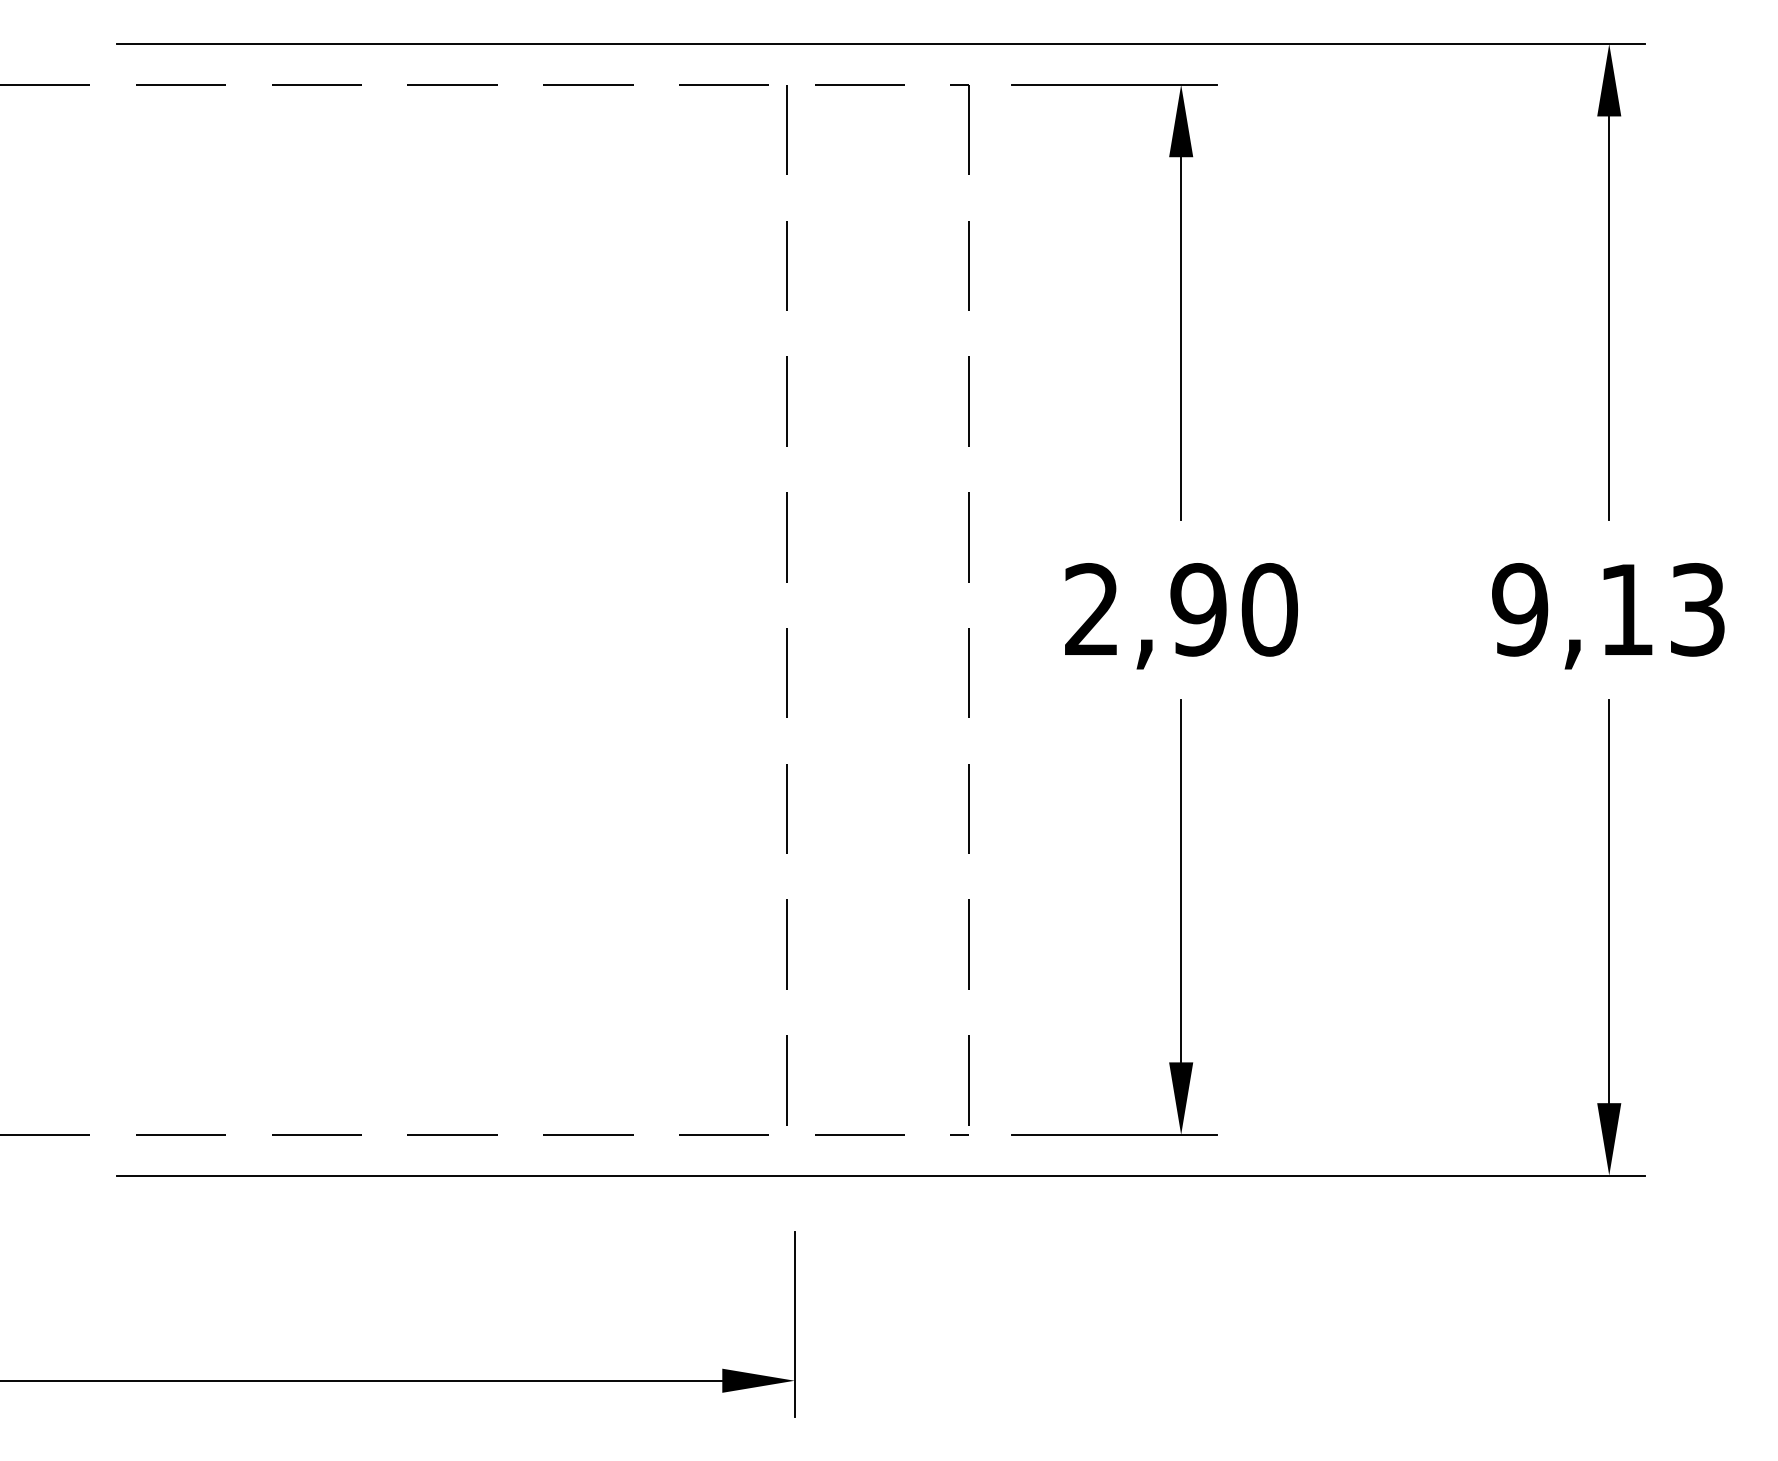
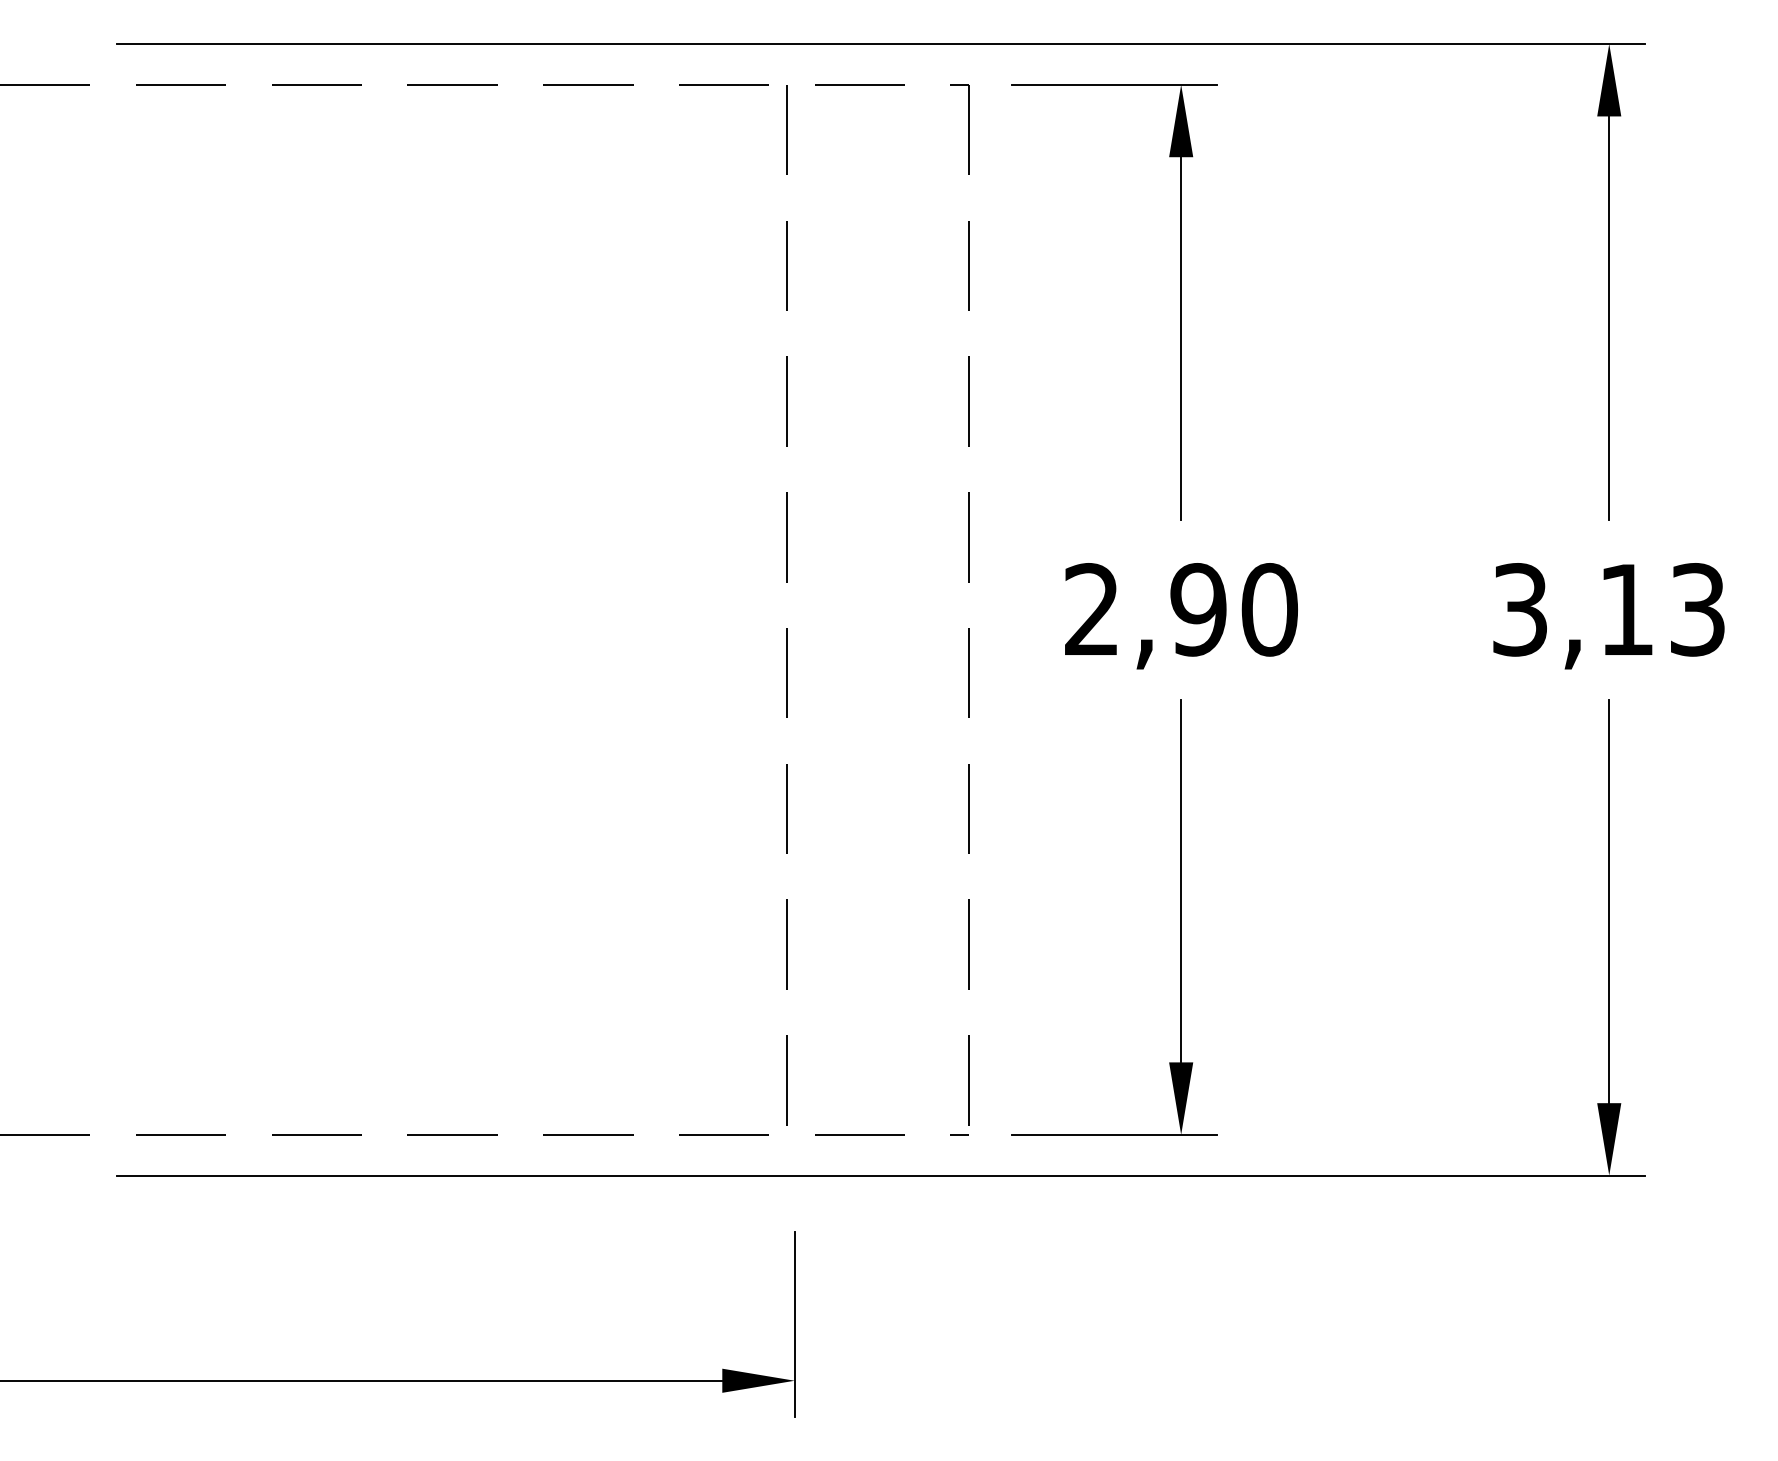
text at (1520, 609): 9,13 -> 3,13
